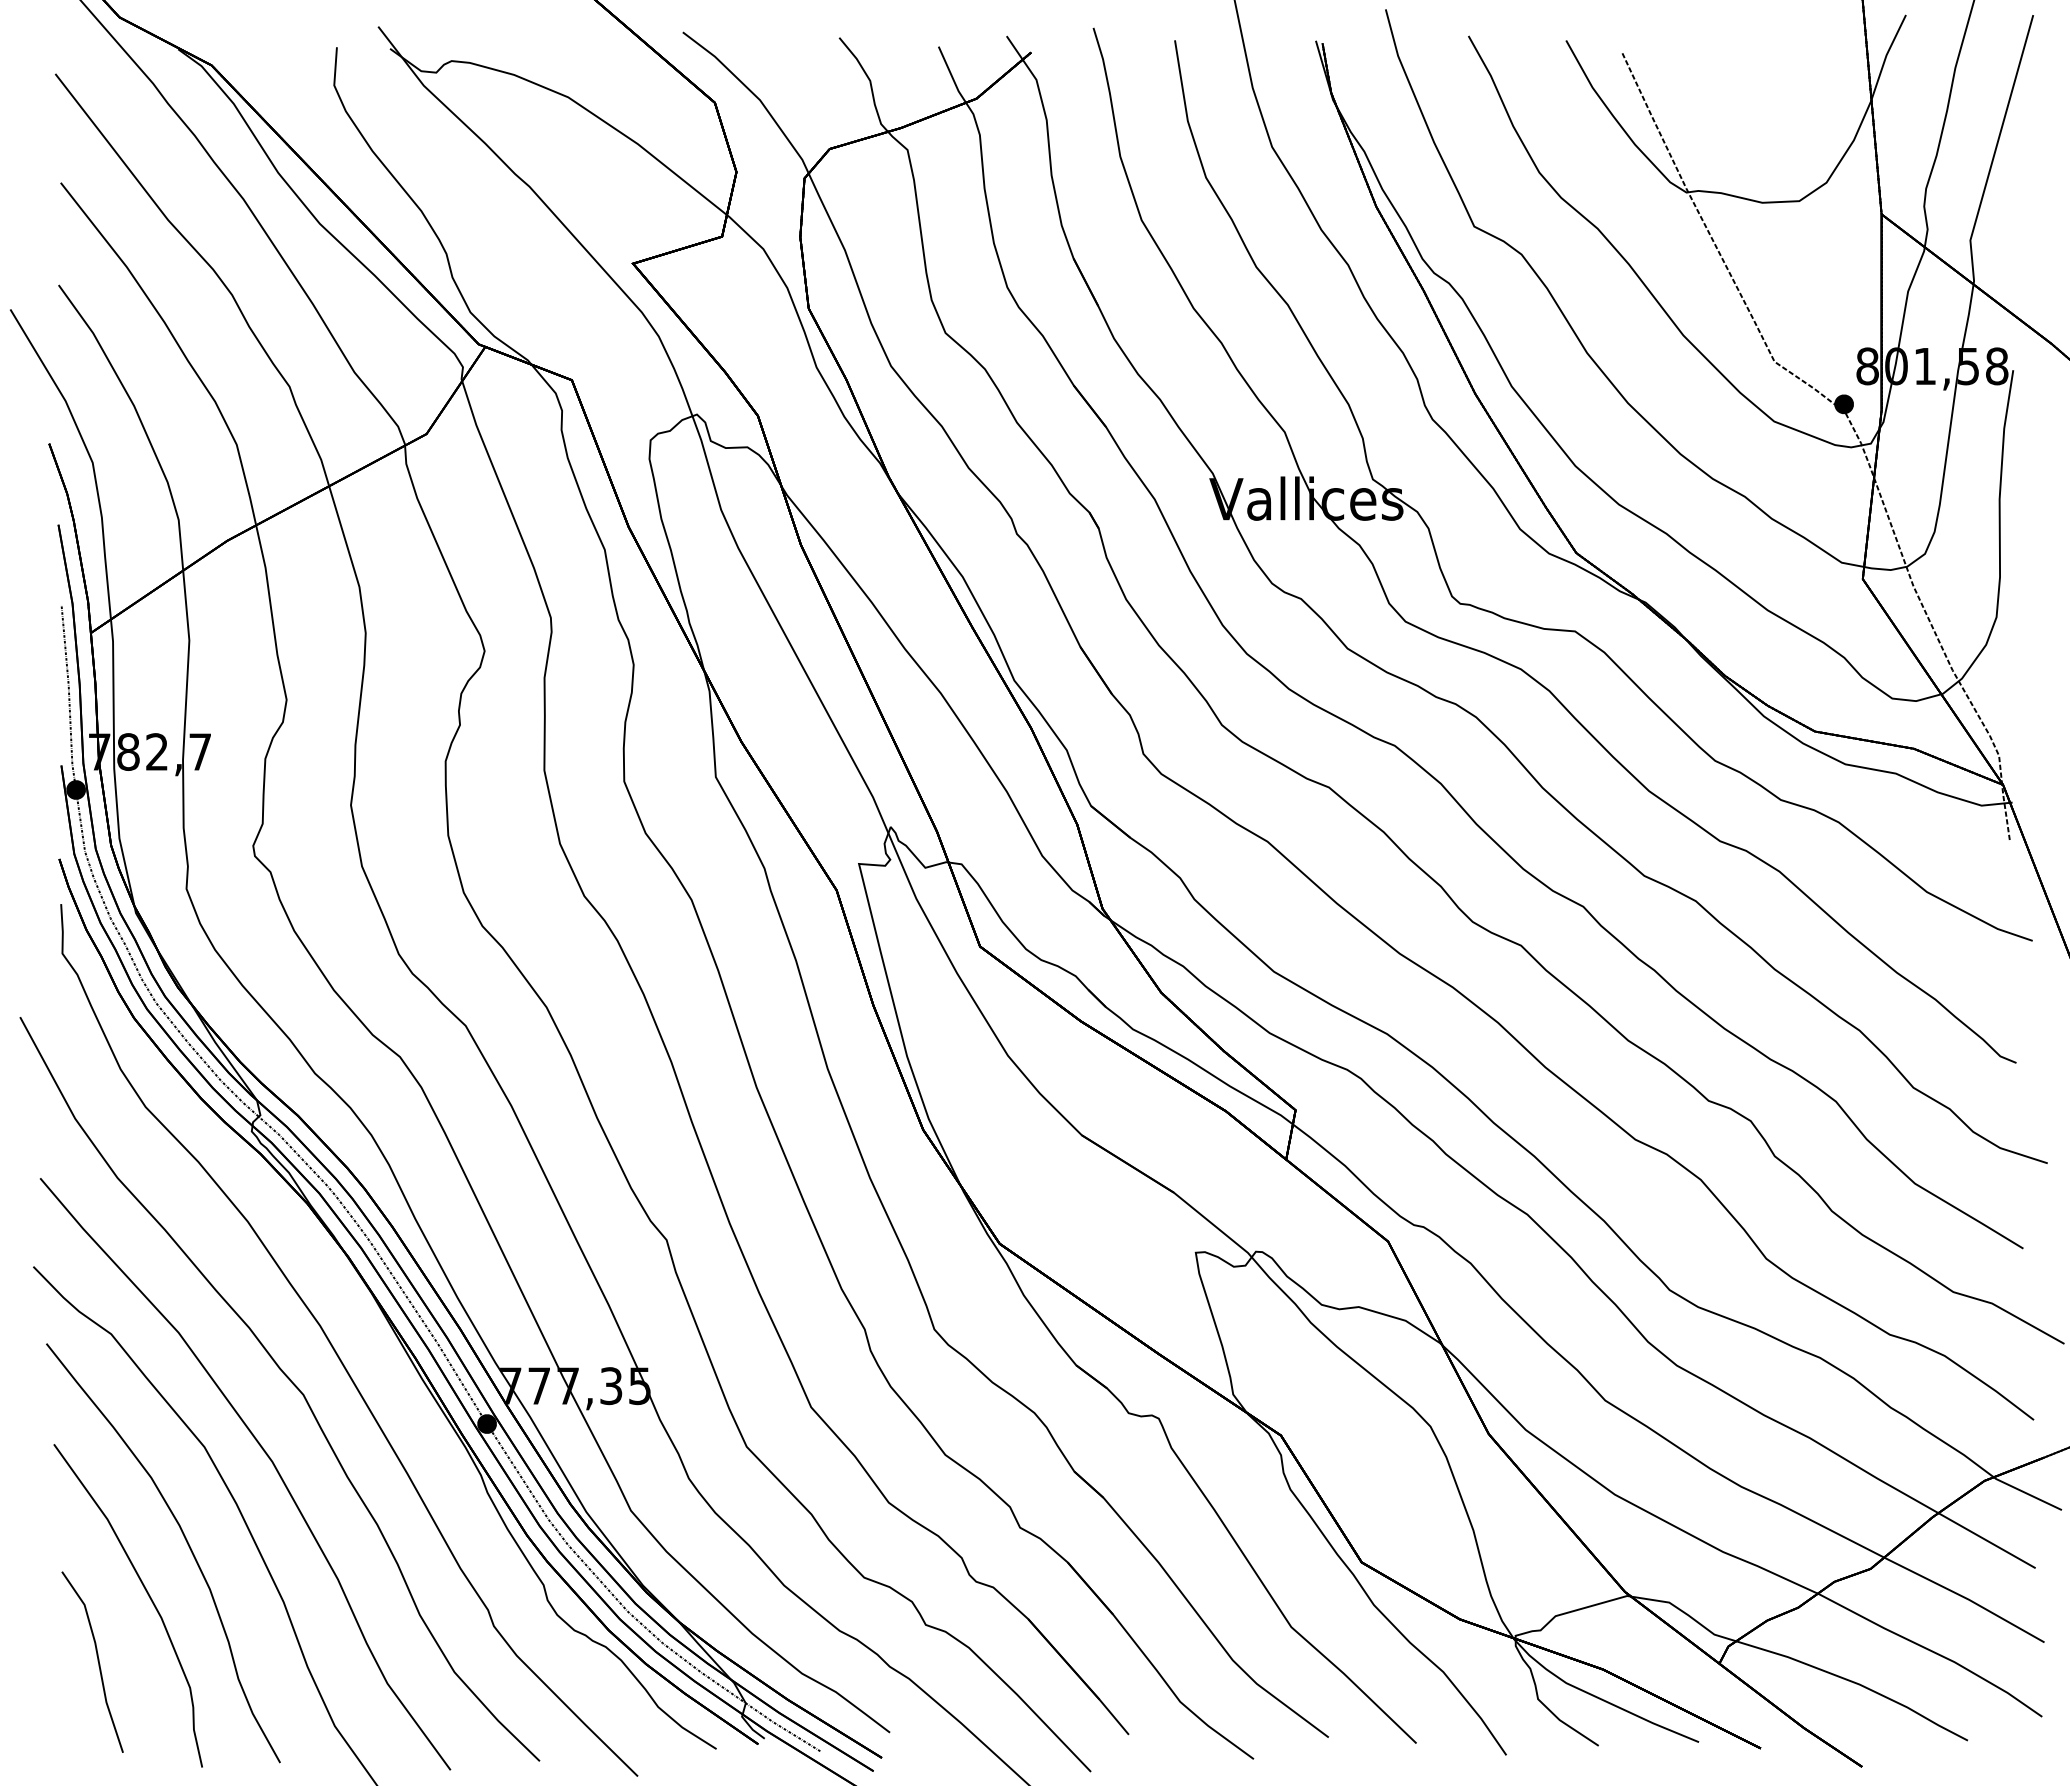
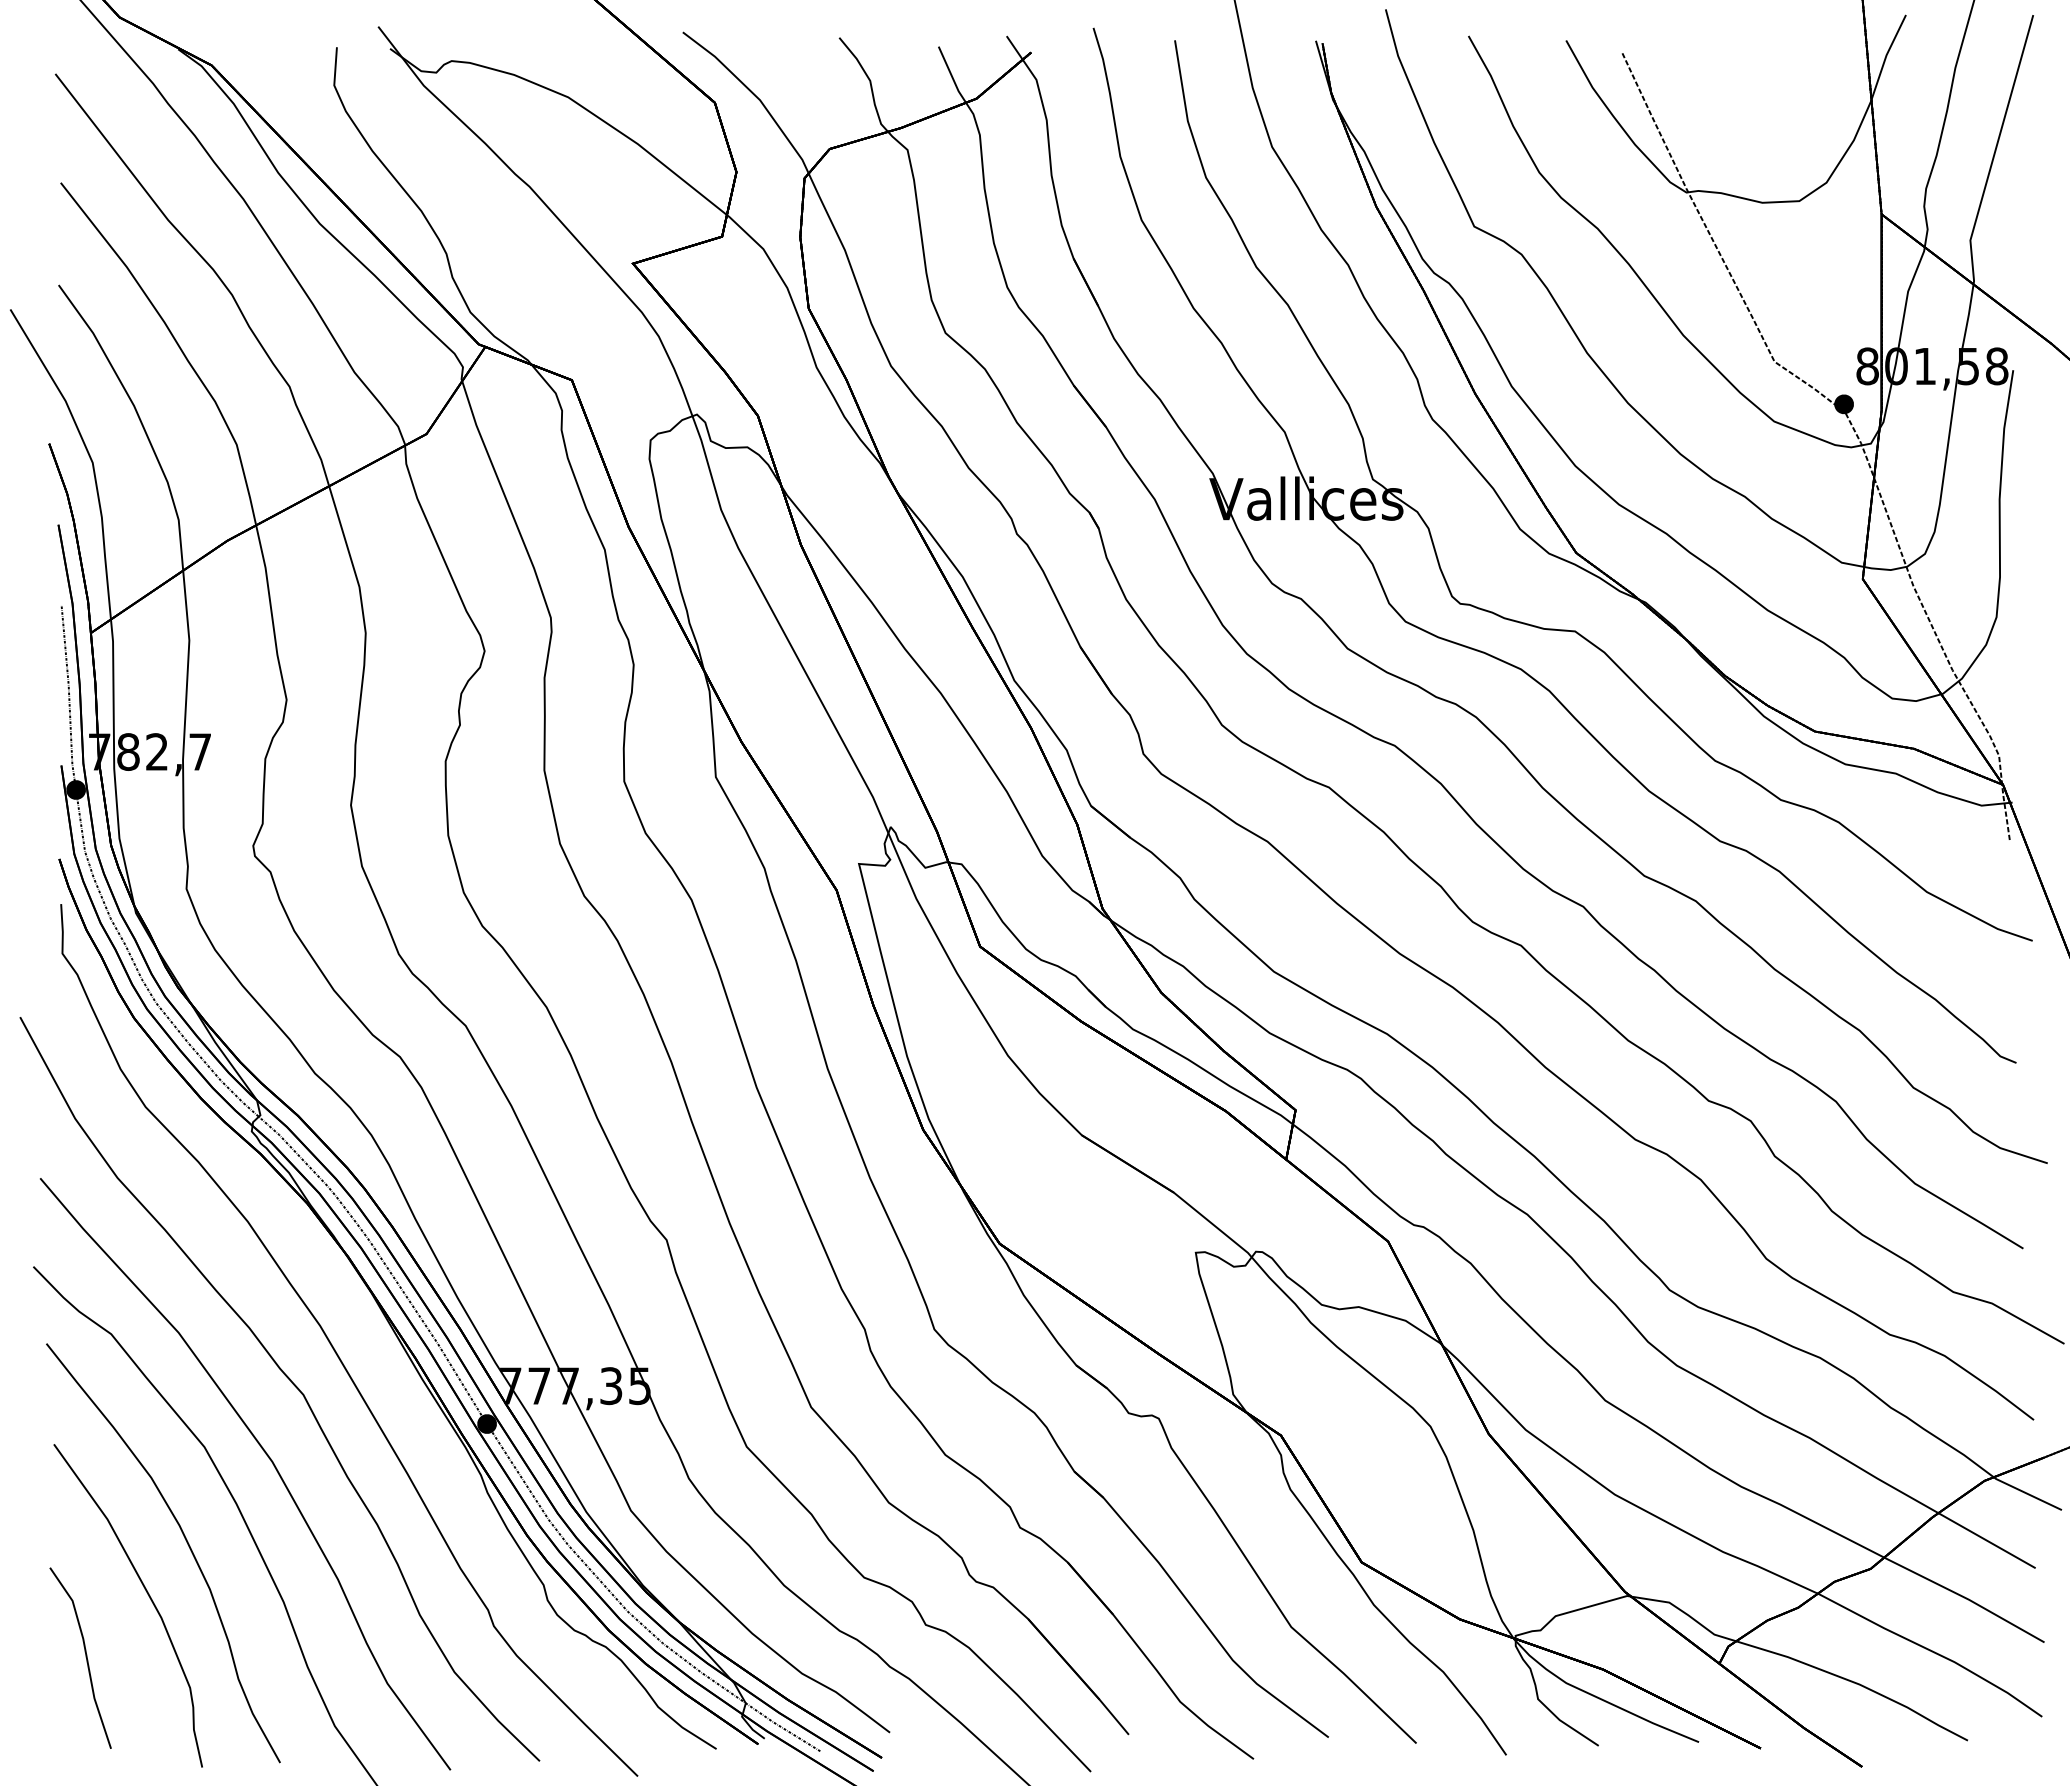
part at (92, 1661) position: (92, 1661) -> (80, 1657)
